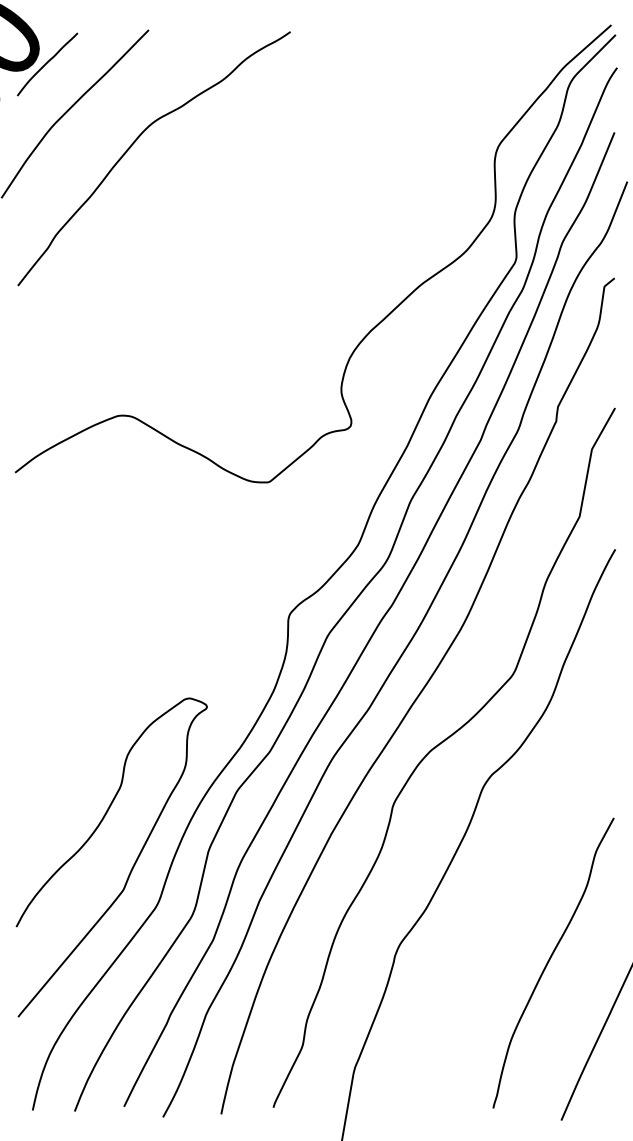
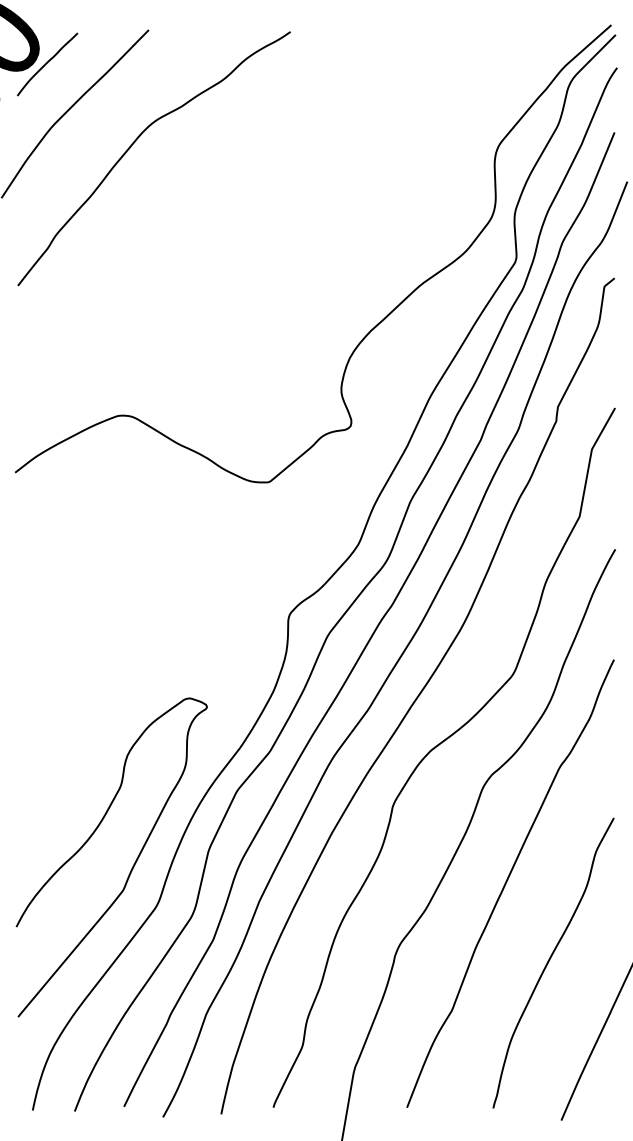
curve at (507, 882): none -> present
